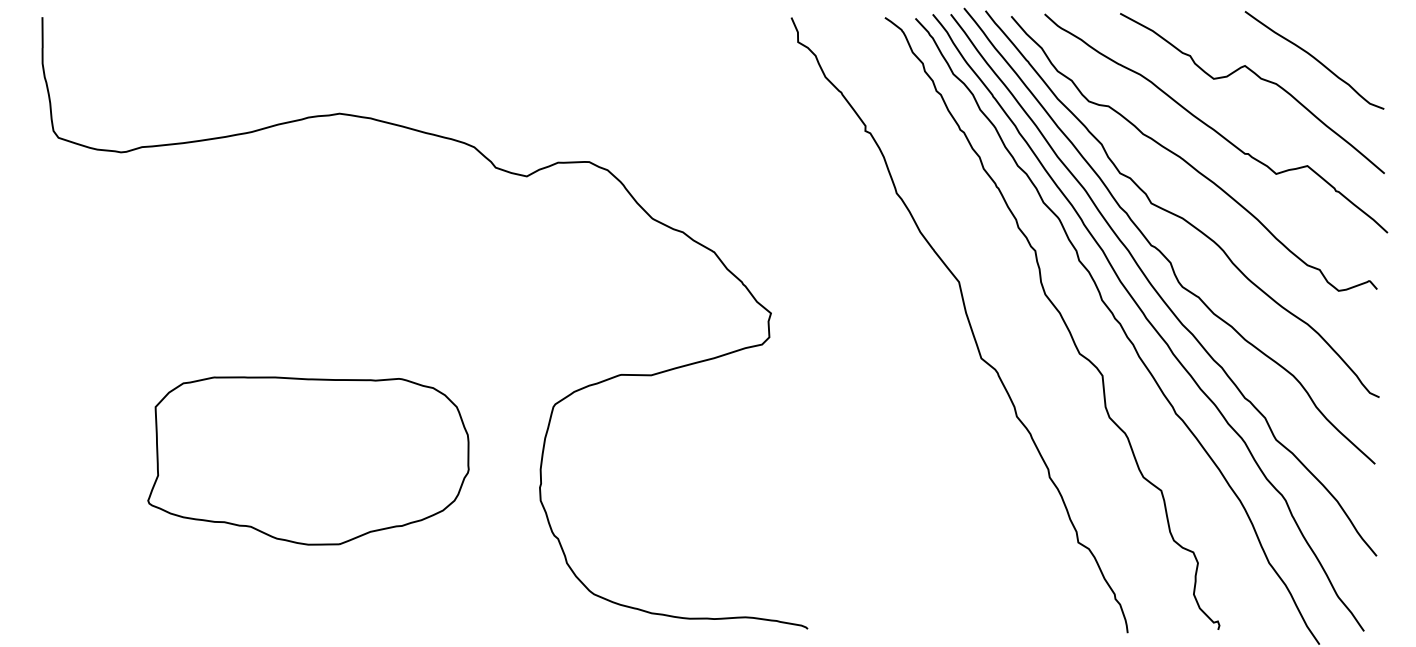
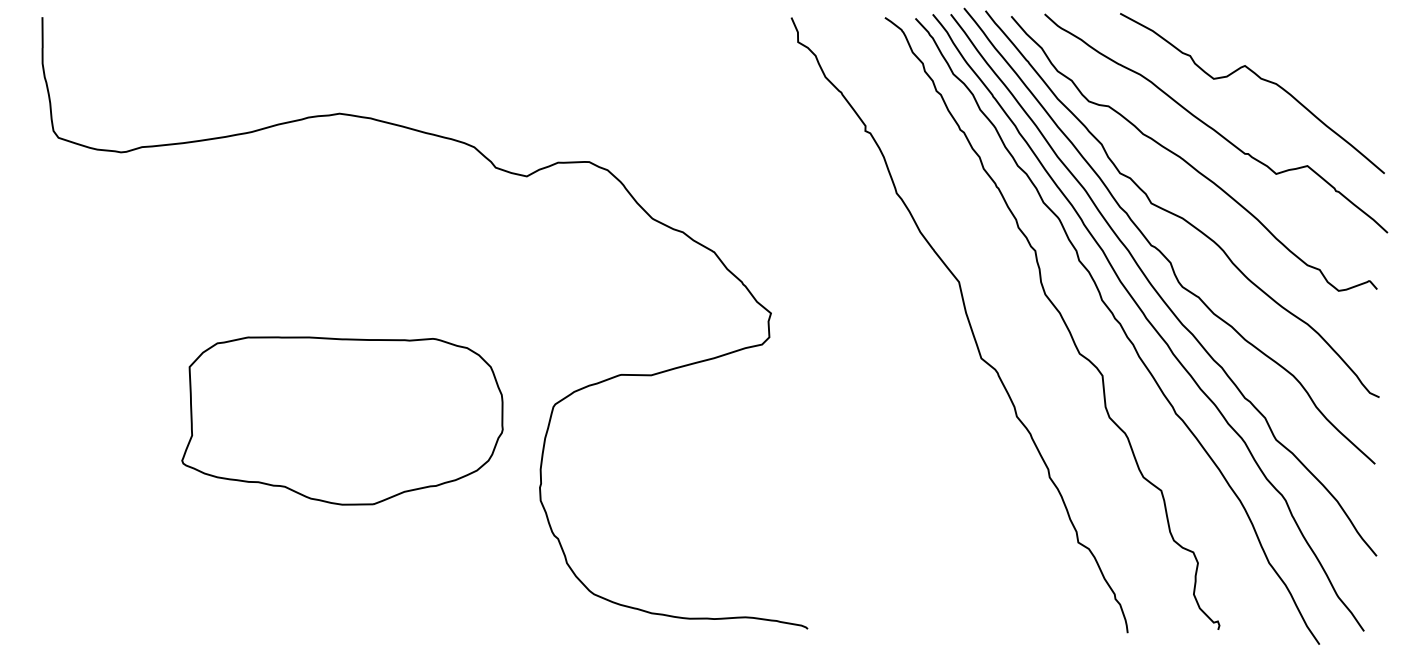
curve at (1314, 59): present -> none
part at (308, 460) position: (308, 460) -> (342, 420)
